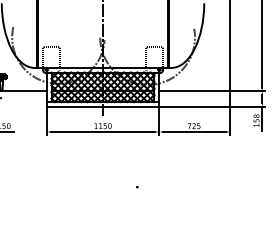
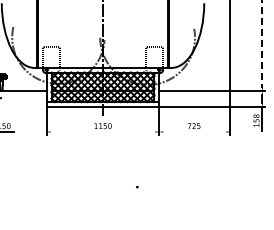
line at (262, 44): solid -> dashed
line at (102, 132): present -> none
line at (194, 132): present -> none
